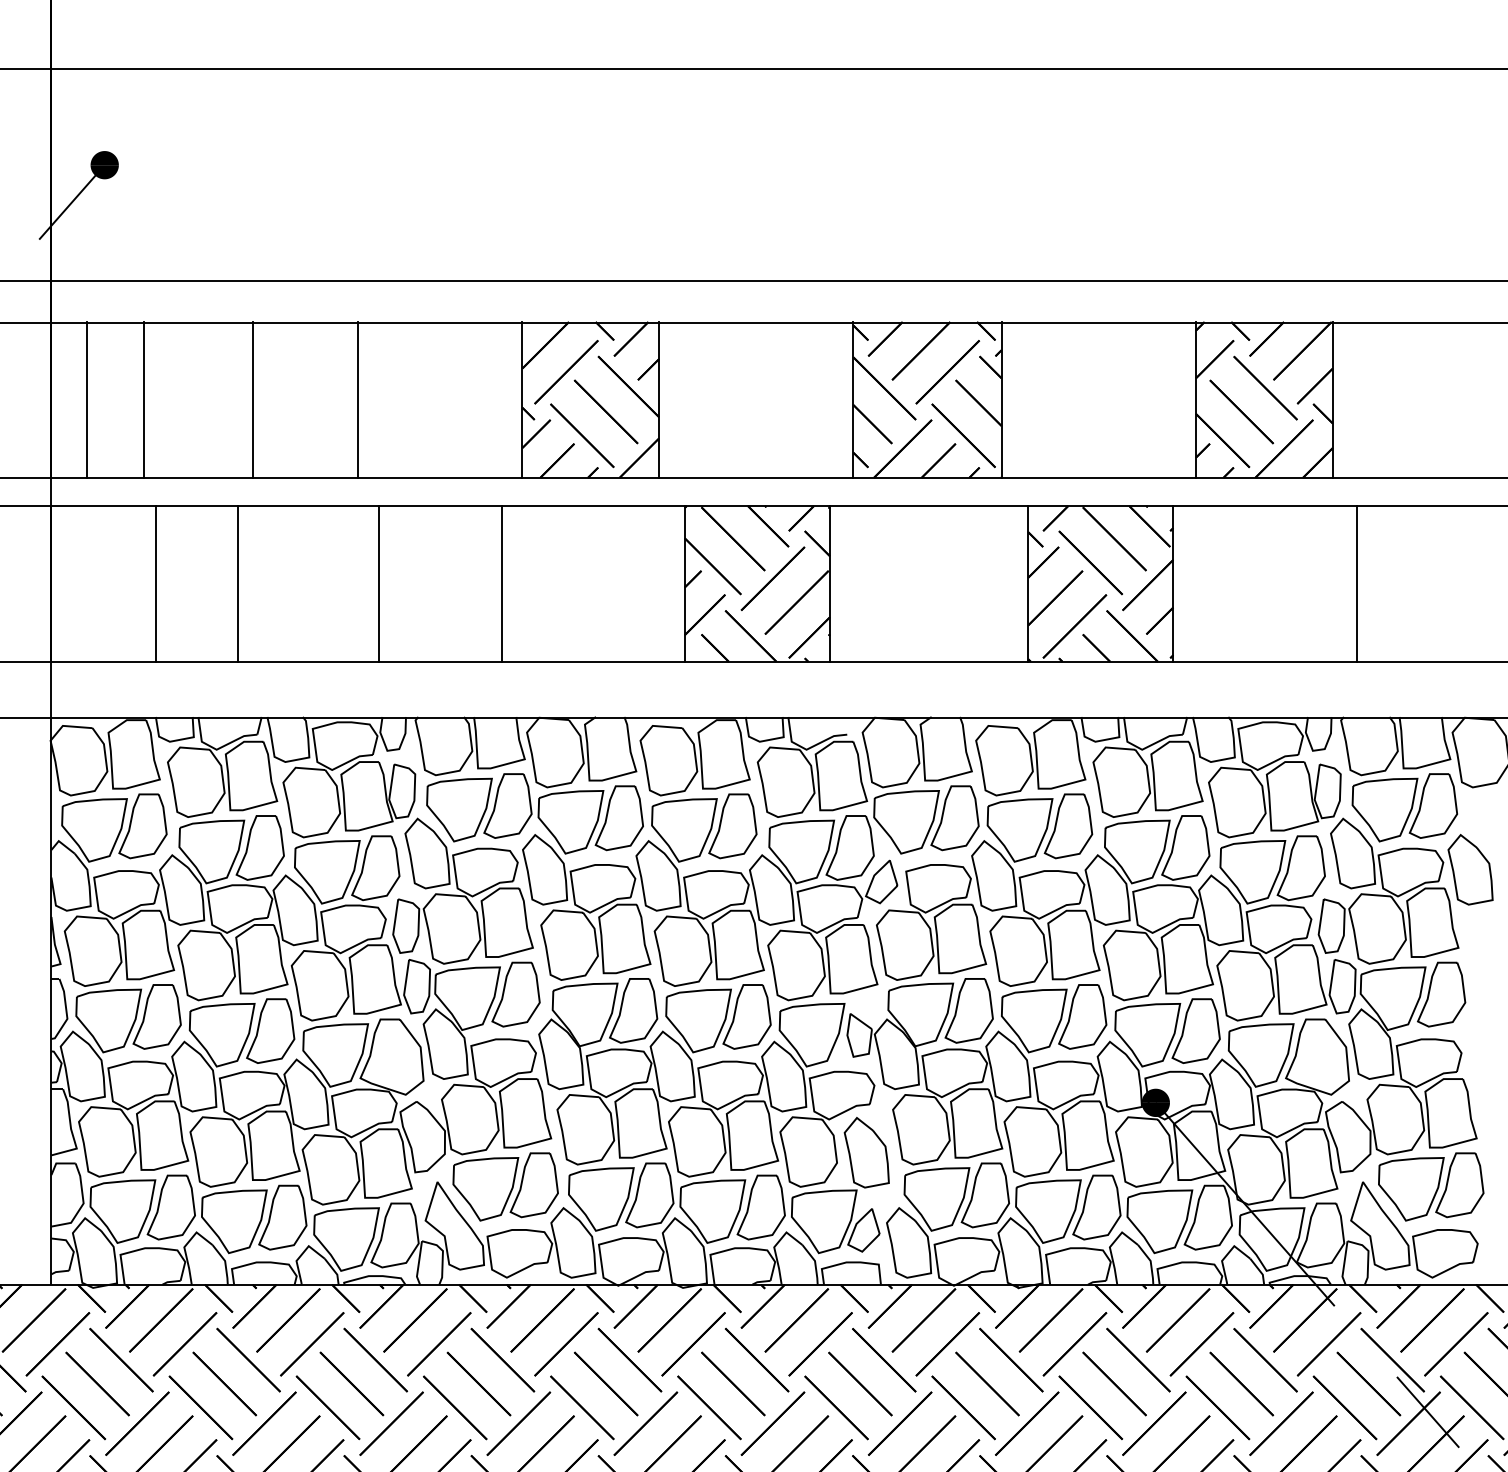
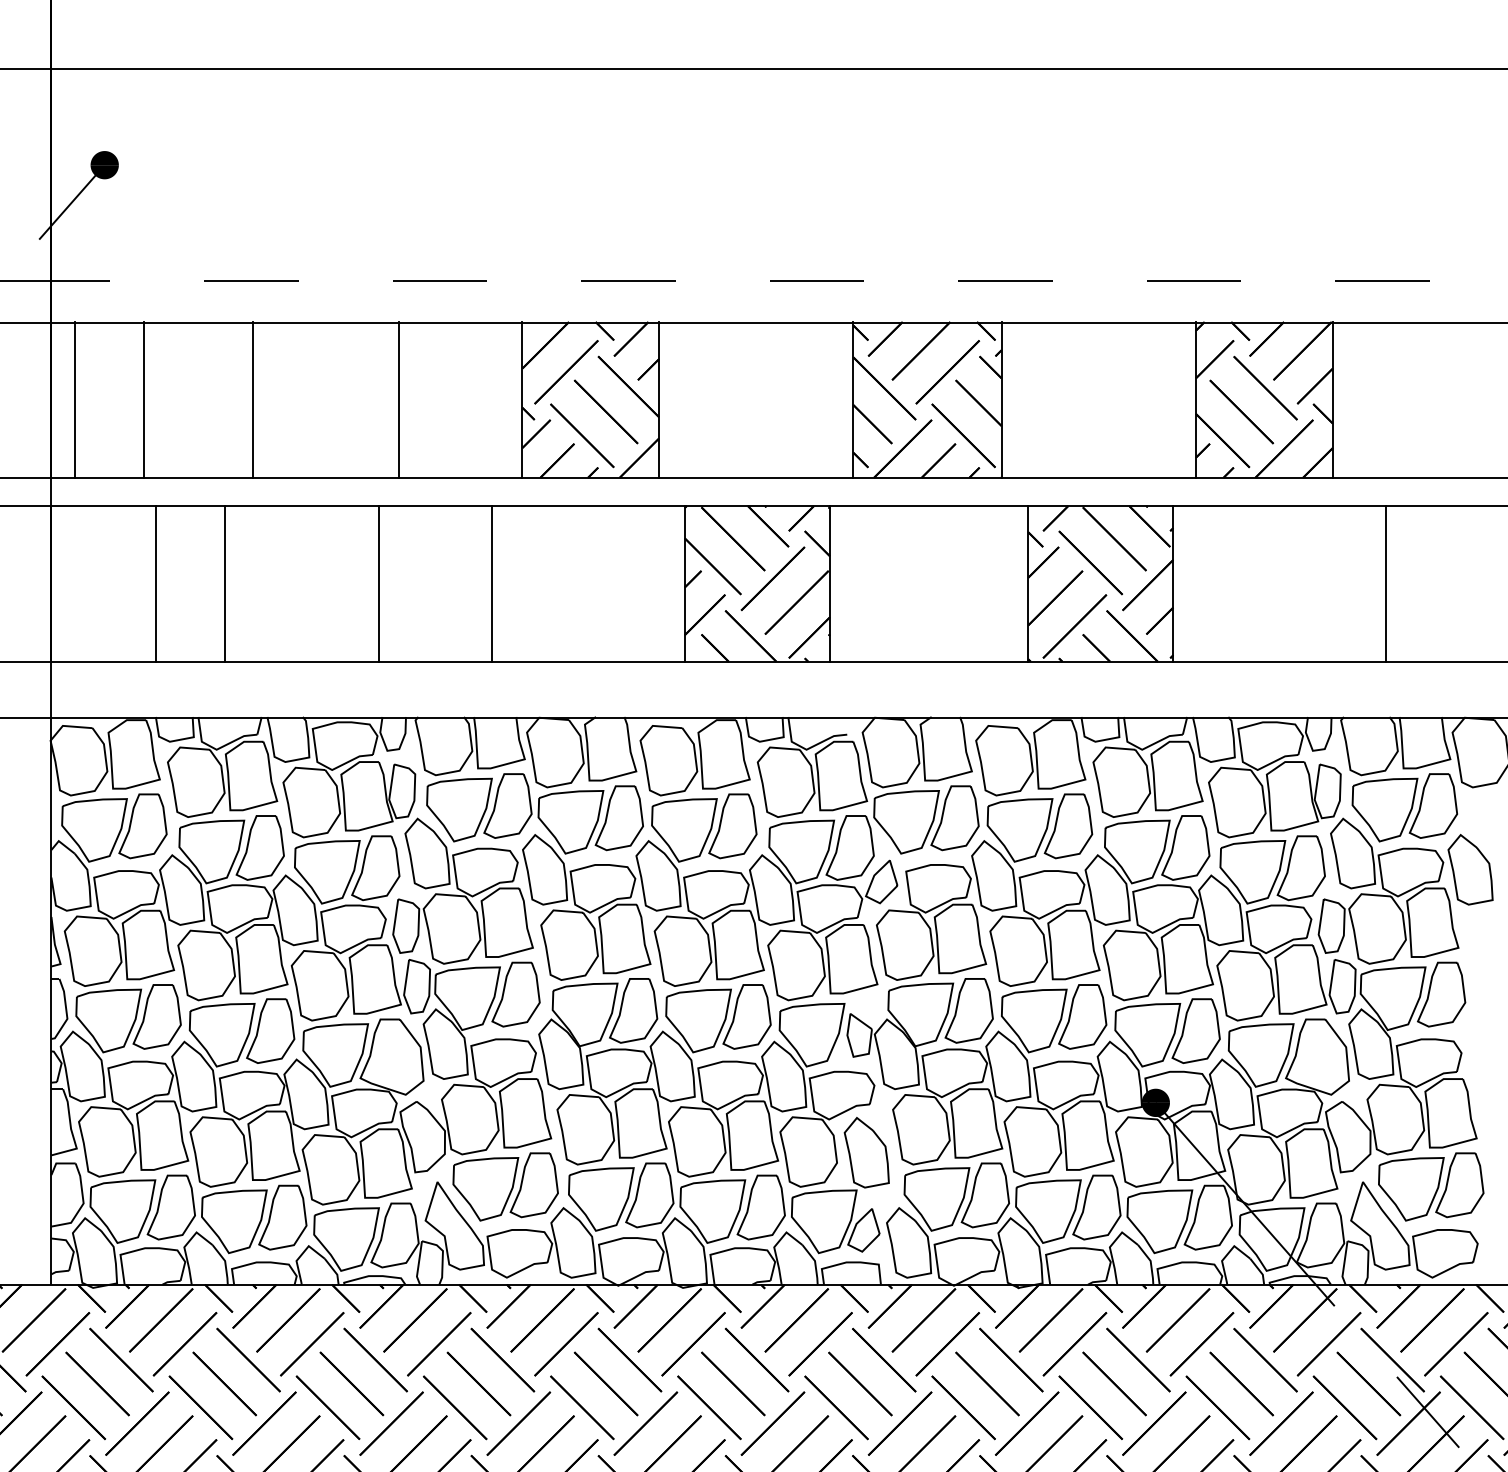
line at (779, 281): solid -> dashed
line at (87, 399) position: (87, 399) -> (75, 399)
line at (357, 399) position: (357, 399) -> (398, 399)
line at (238, 583) position: (238, 583) -> (225, 583)
line at (501, 583) position: (501, 583) -> (491, 583)
line at (1356, 583) position: (1356, 583) -> (1385, 583)
